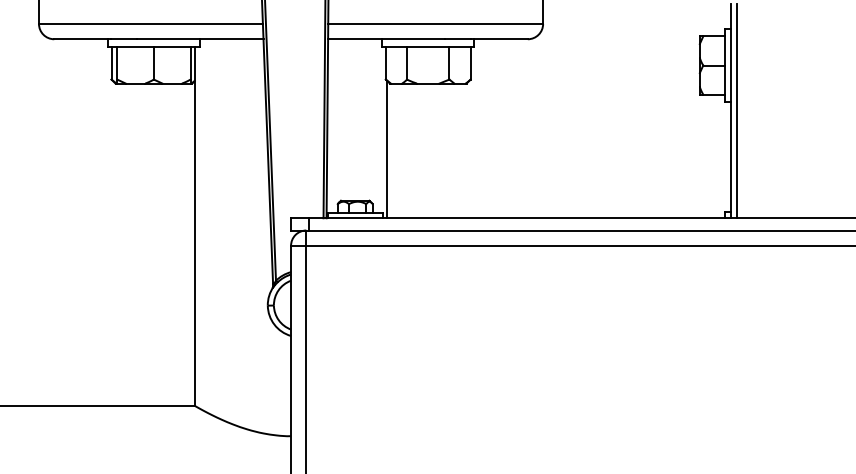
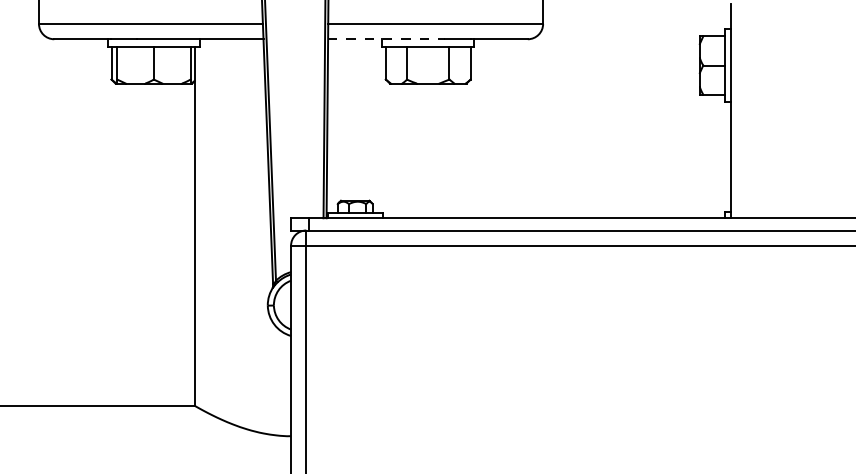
line at (386, 39): solid -> dashed
line at (737, 111): present -> none
line at (387, 149): present -> none
